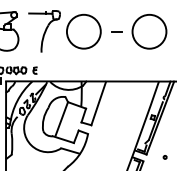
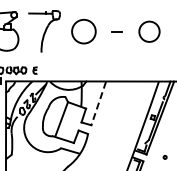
circle at (83, 31) size: 36x37 px -> 26x27 px
circle at (149, 31) diameter: 34 px -> 20 px
line at (98, 103): solid -> dashed
